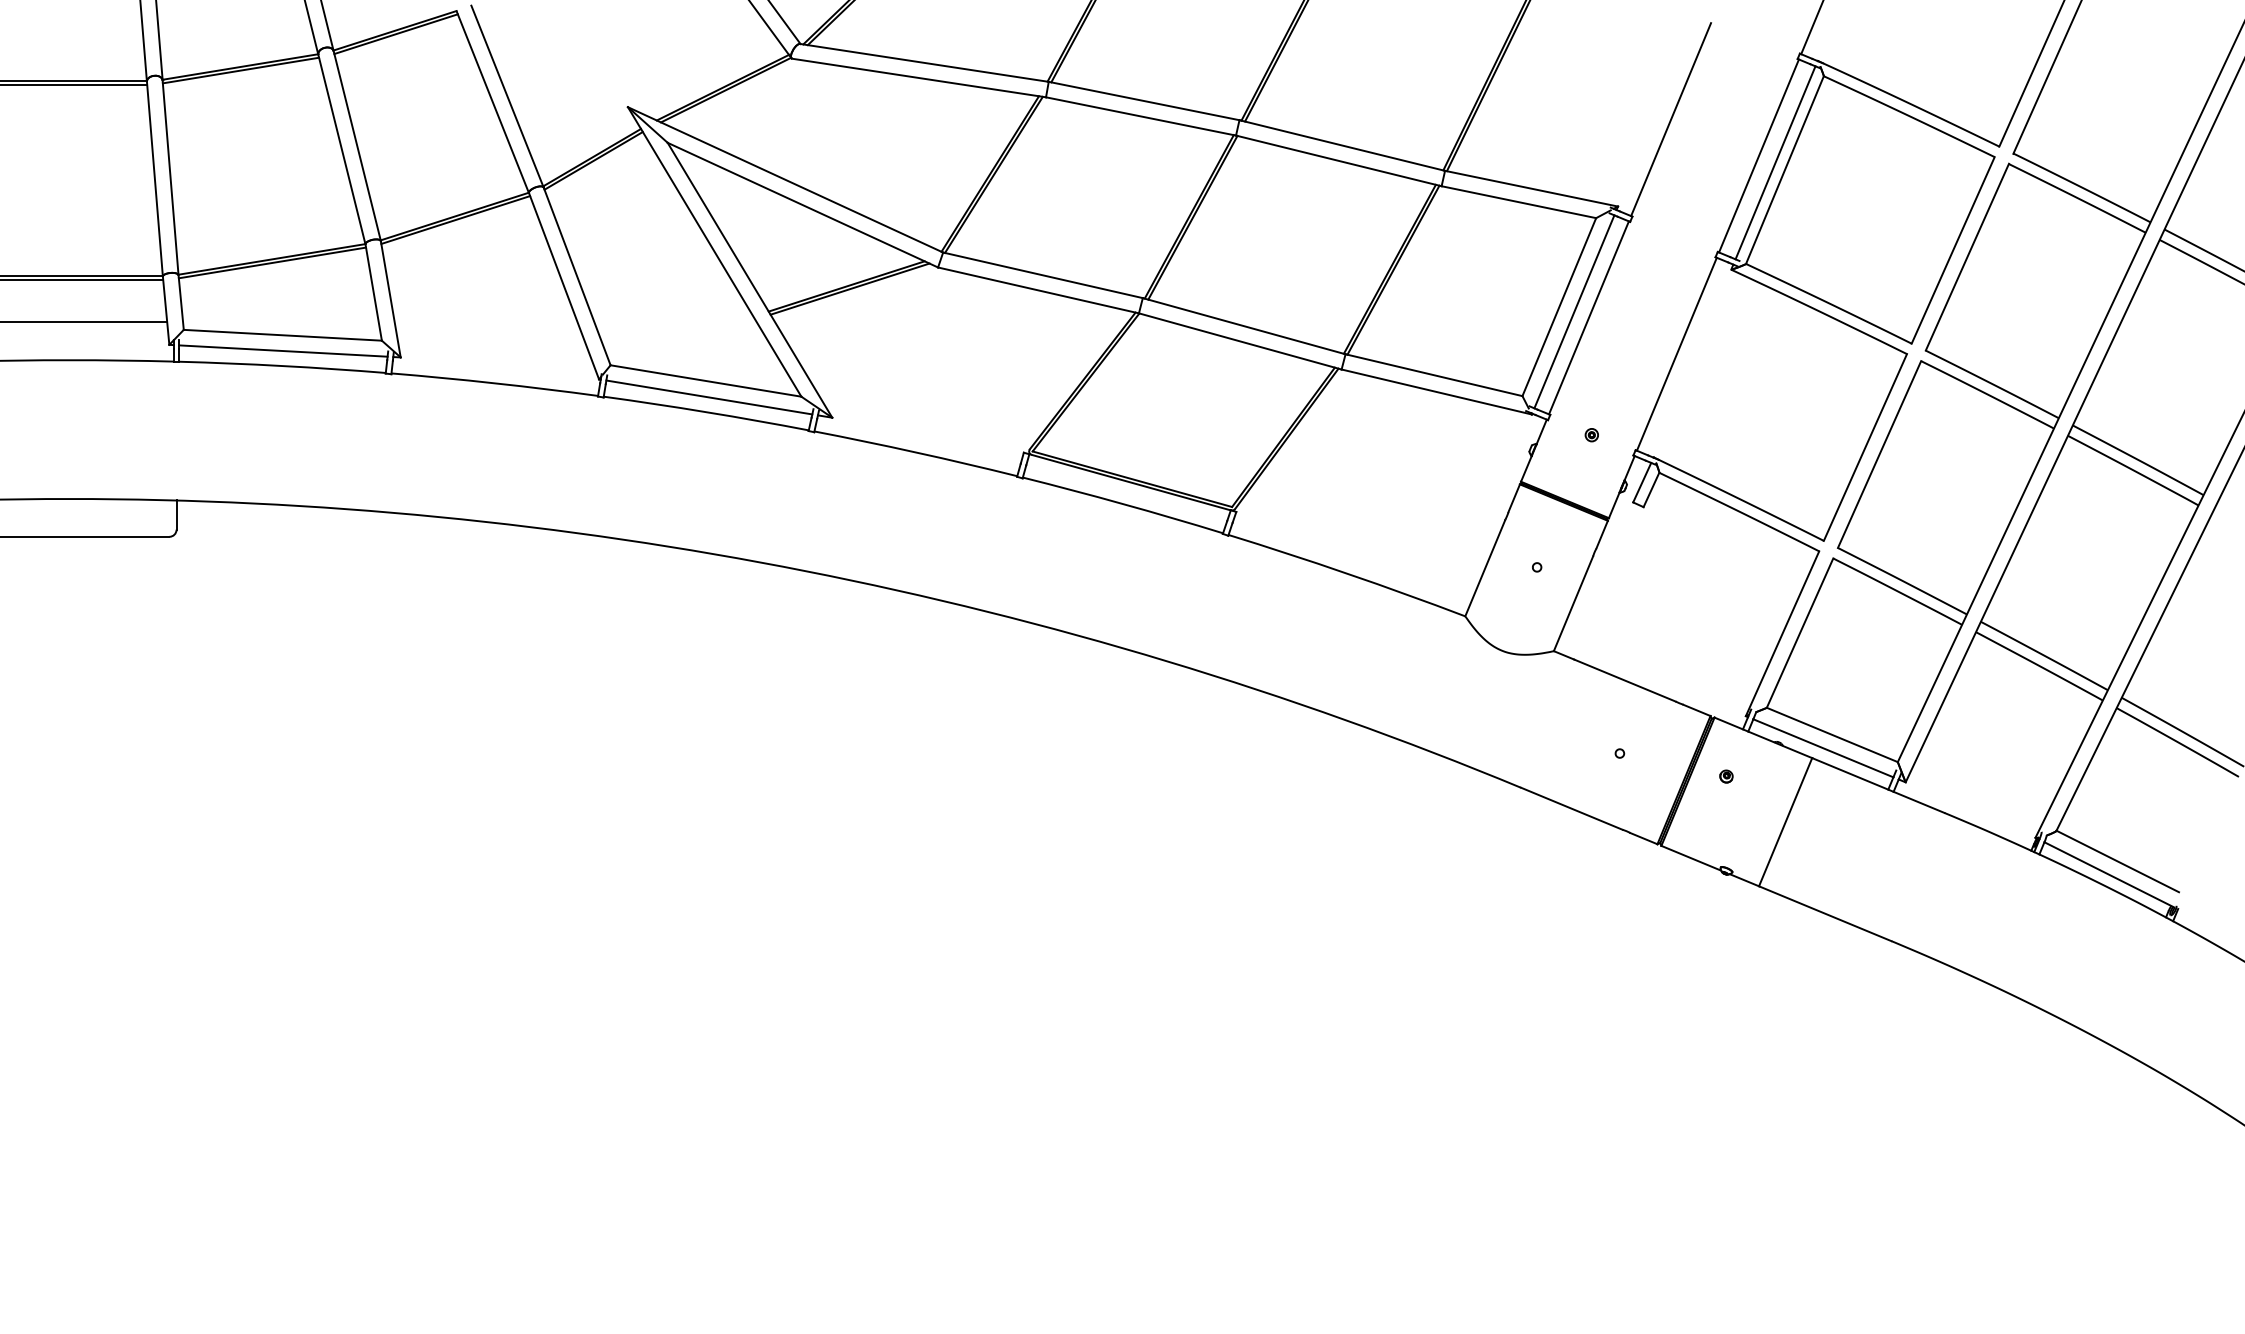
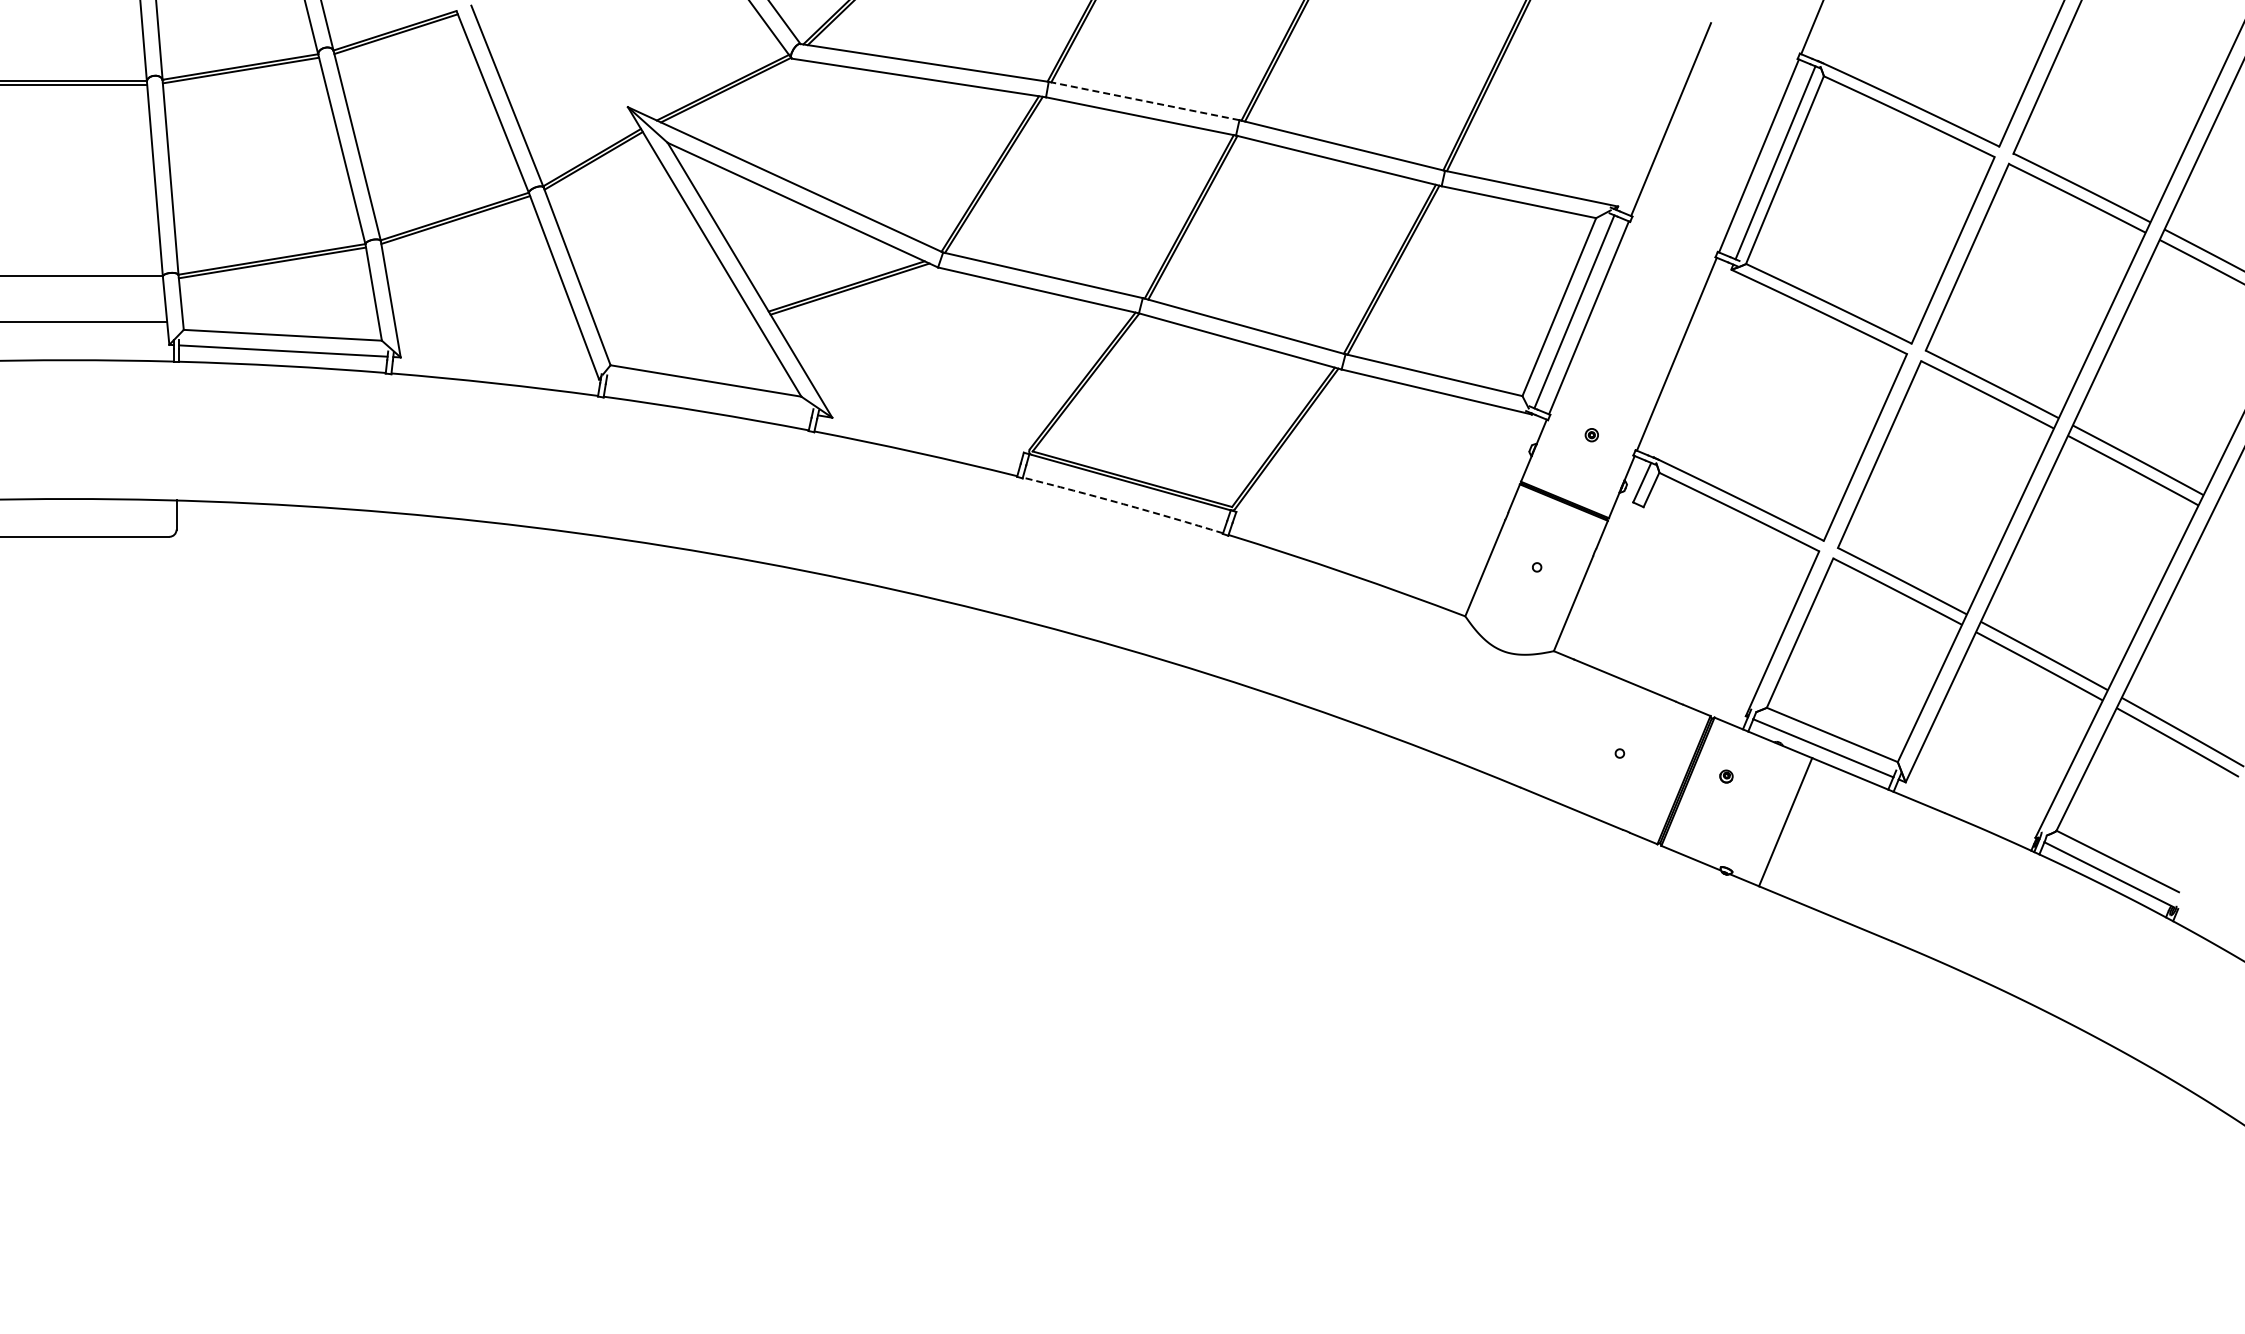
line at (1143, 100): solid -> dashed
line at (82, 279): present -> none
line at (709, 397): present -> none
arc at (1123, 504): solid -> dashed
